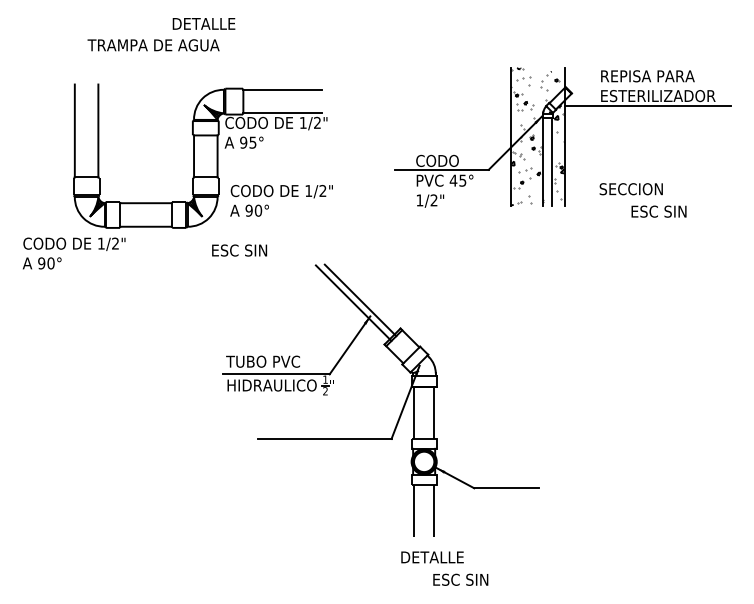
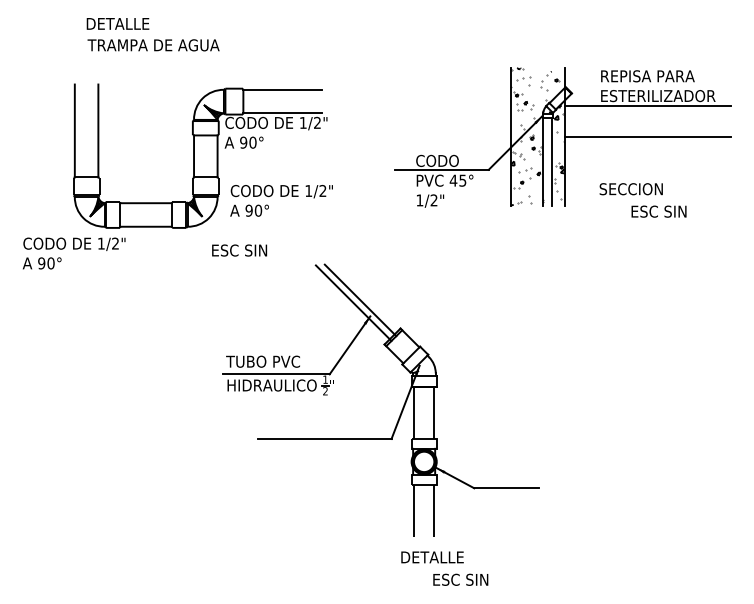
text at (203, 23) position: (203, 23) -> (117, 23)
line at (647, 137): none -> present
text at (252, 142): 95° -> 90°
